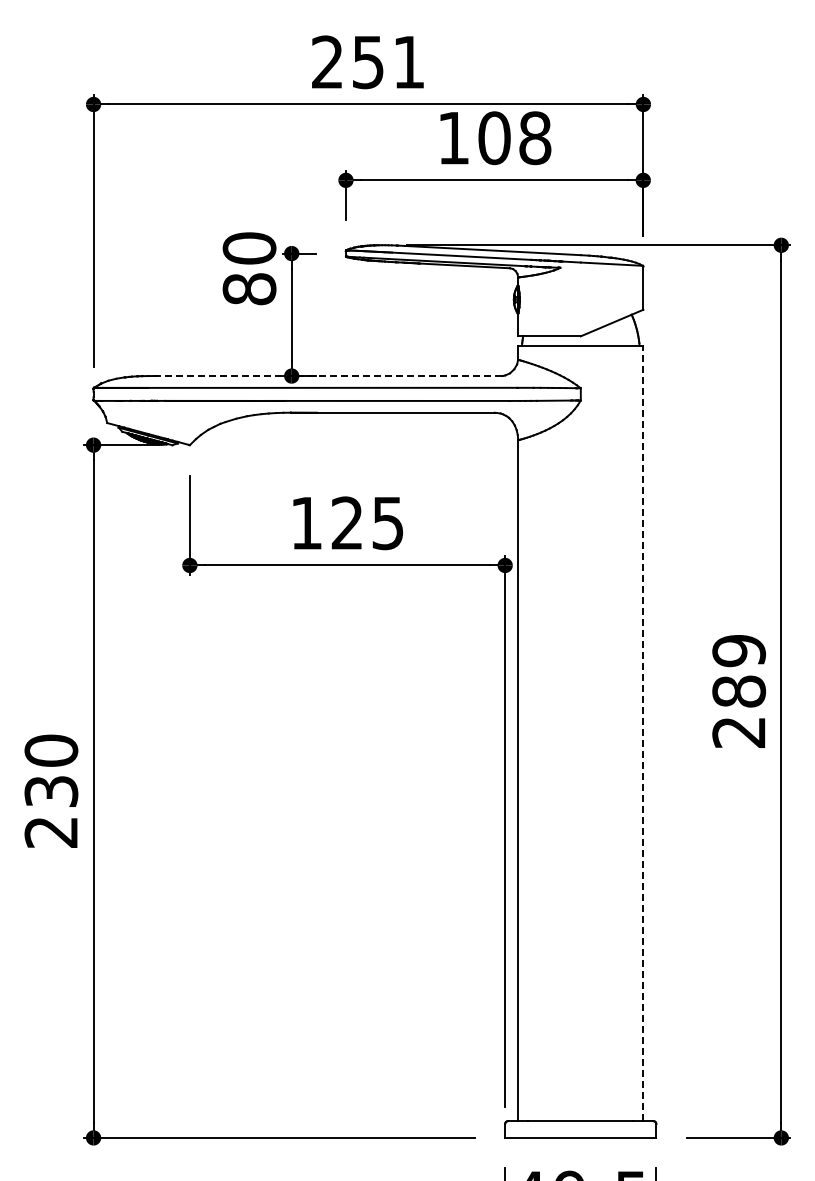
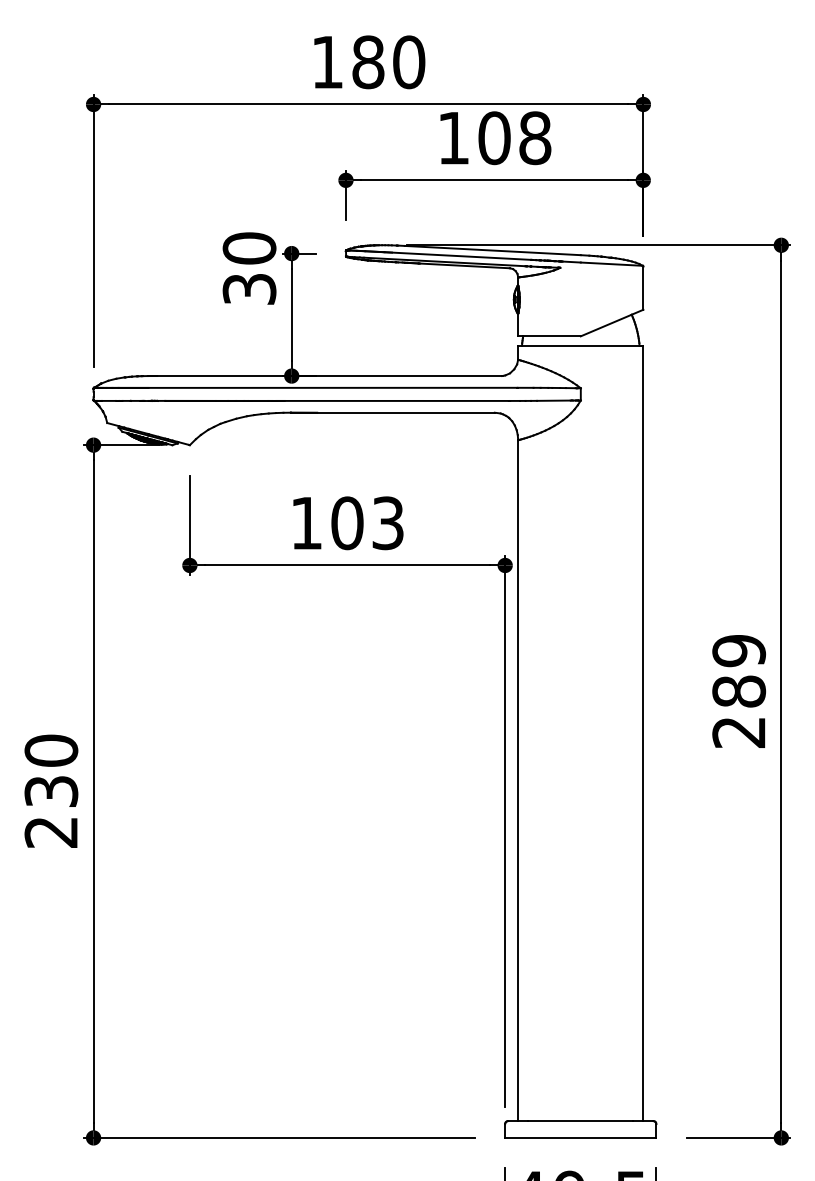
text at (368, 62): 251 -> 180
text at (249, 289): 80 -> 30
line at (325, 376): dashed -> solid
text at (367, 523): 125 -> 103
line at (643, 733): dashed -> solid
